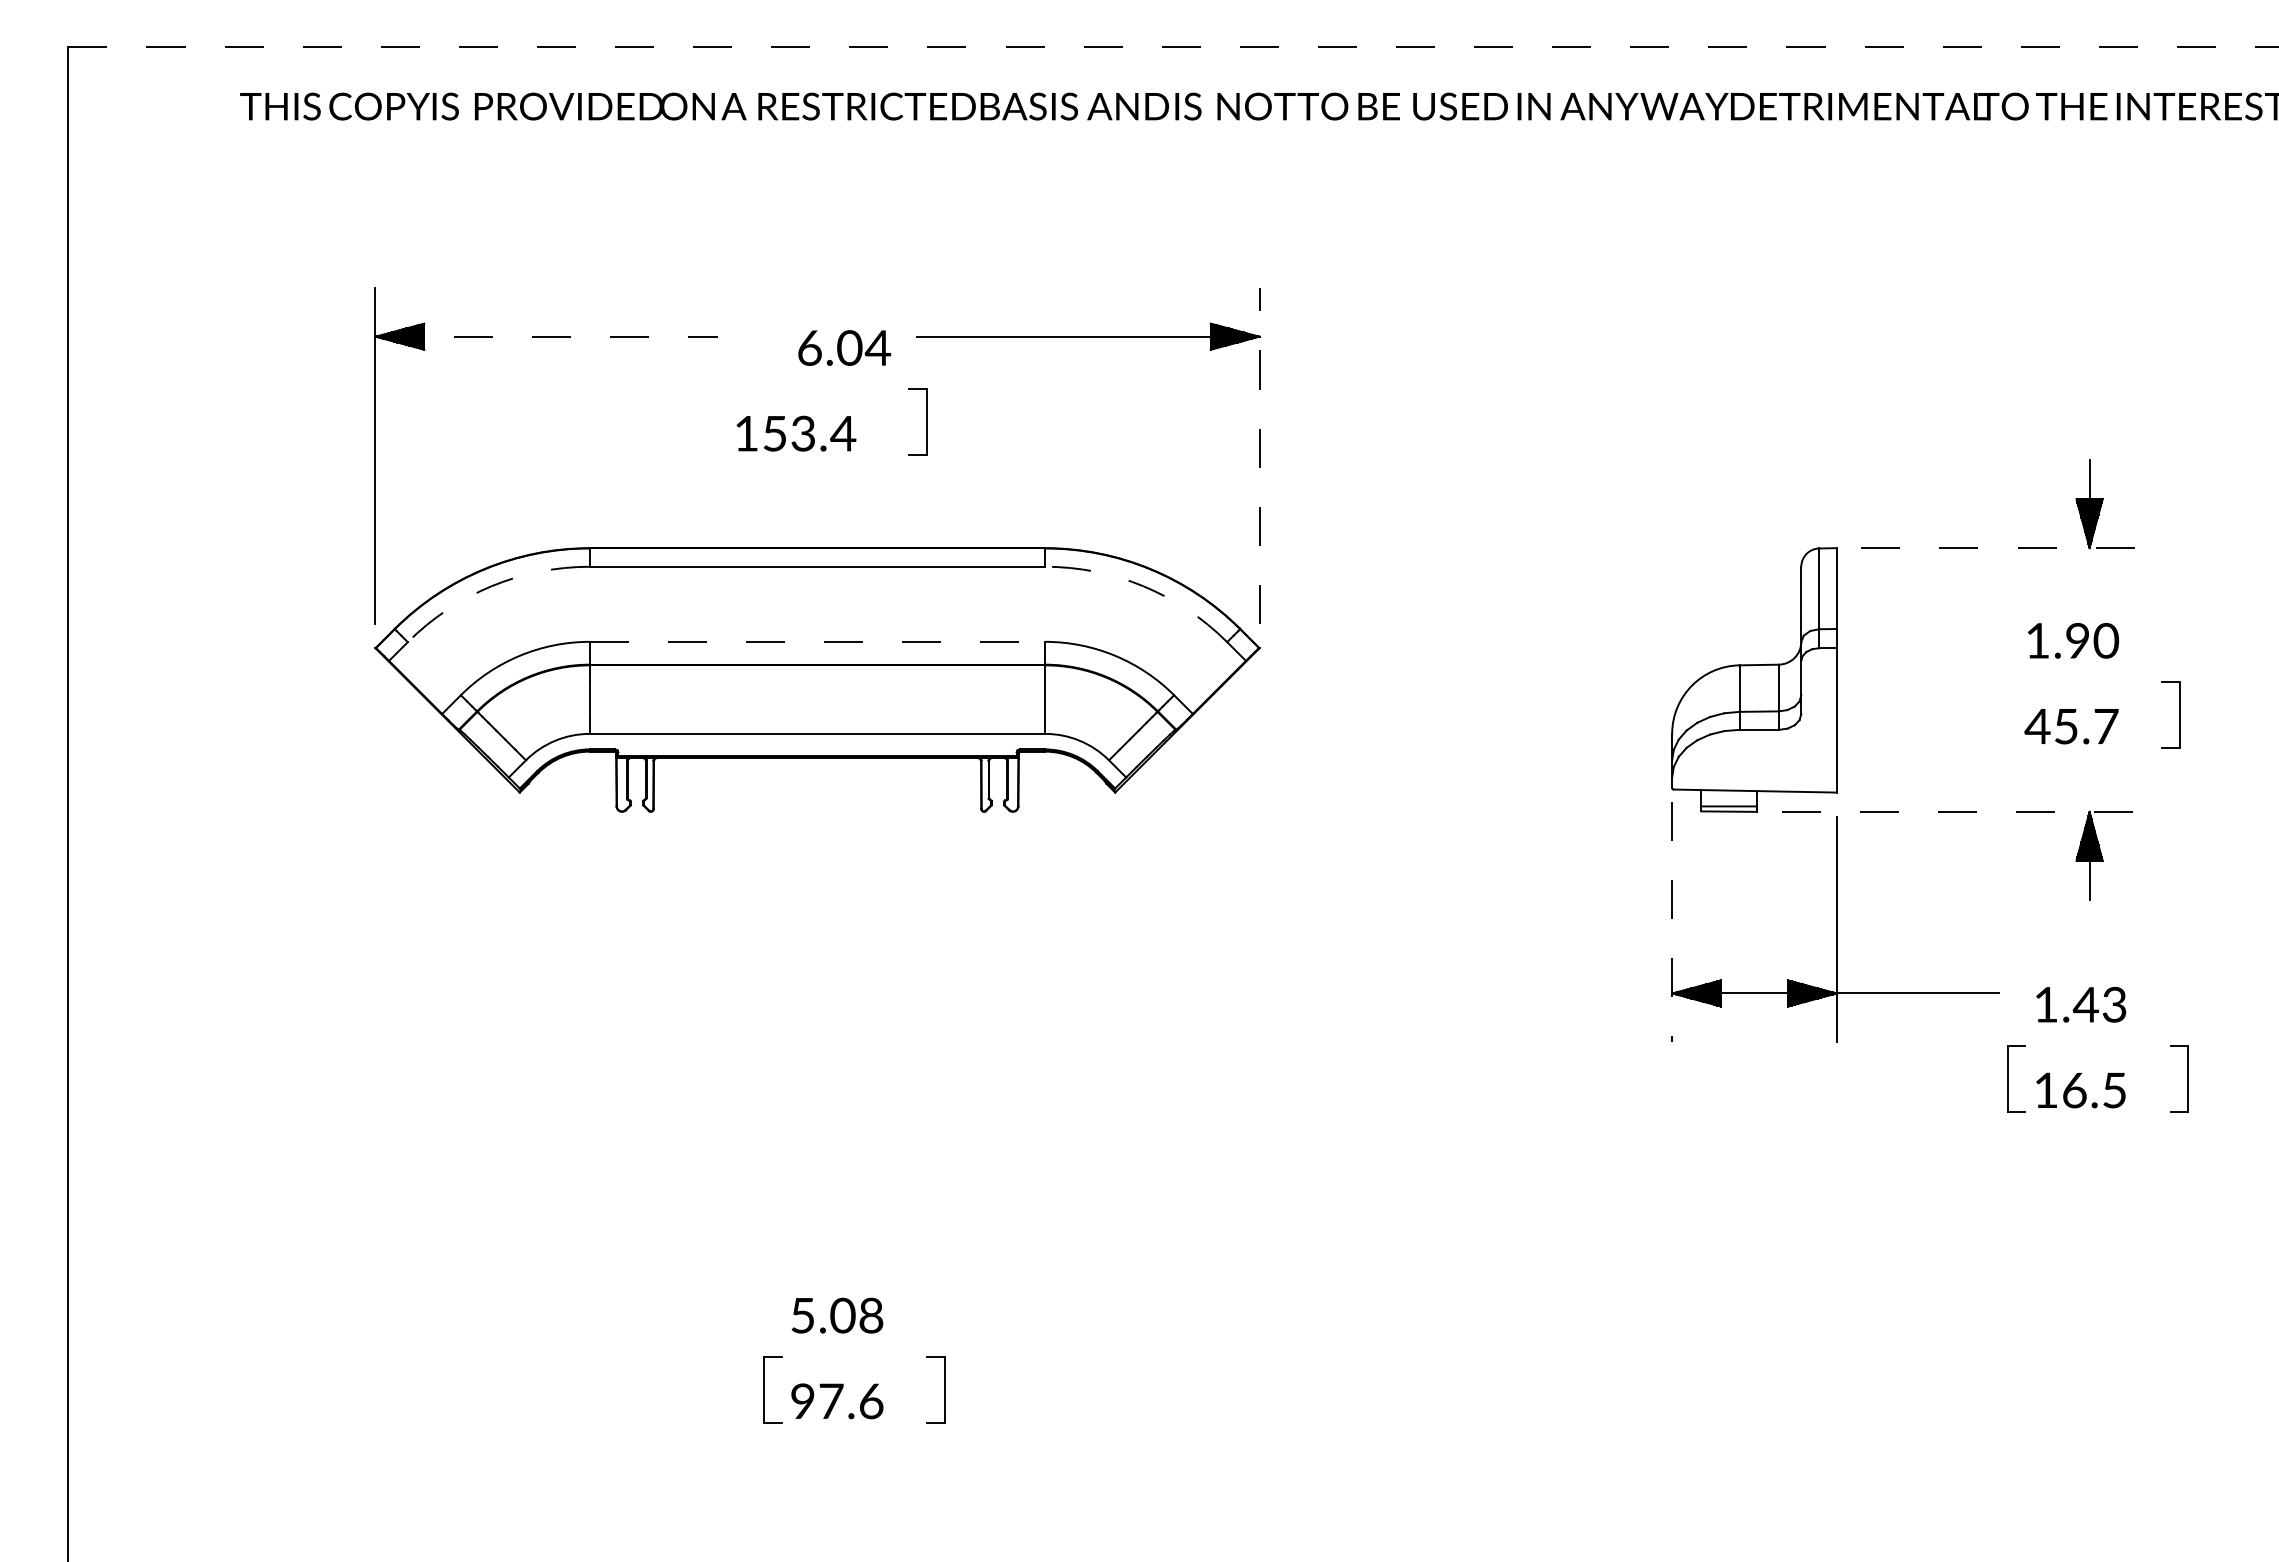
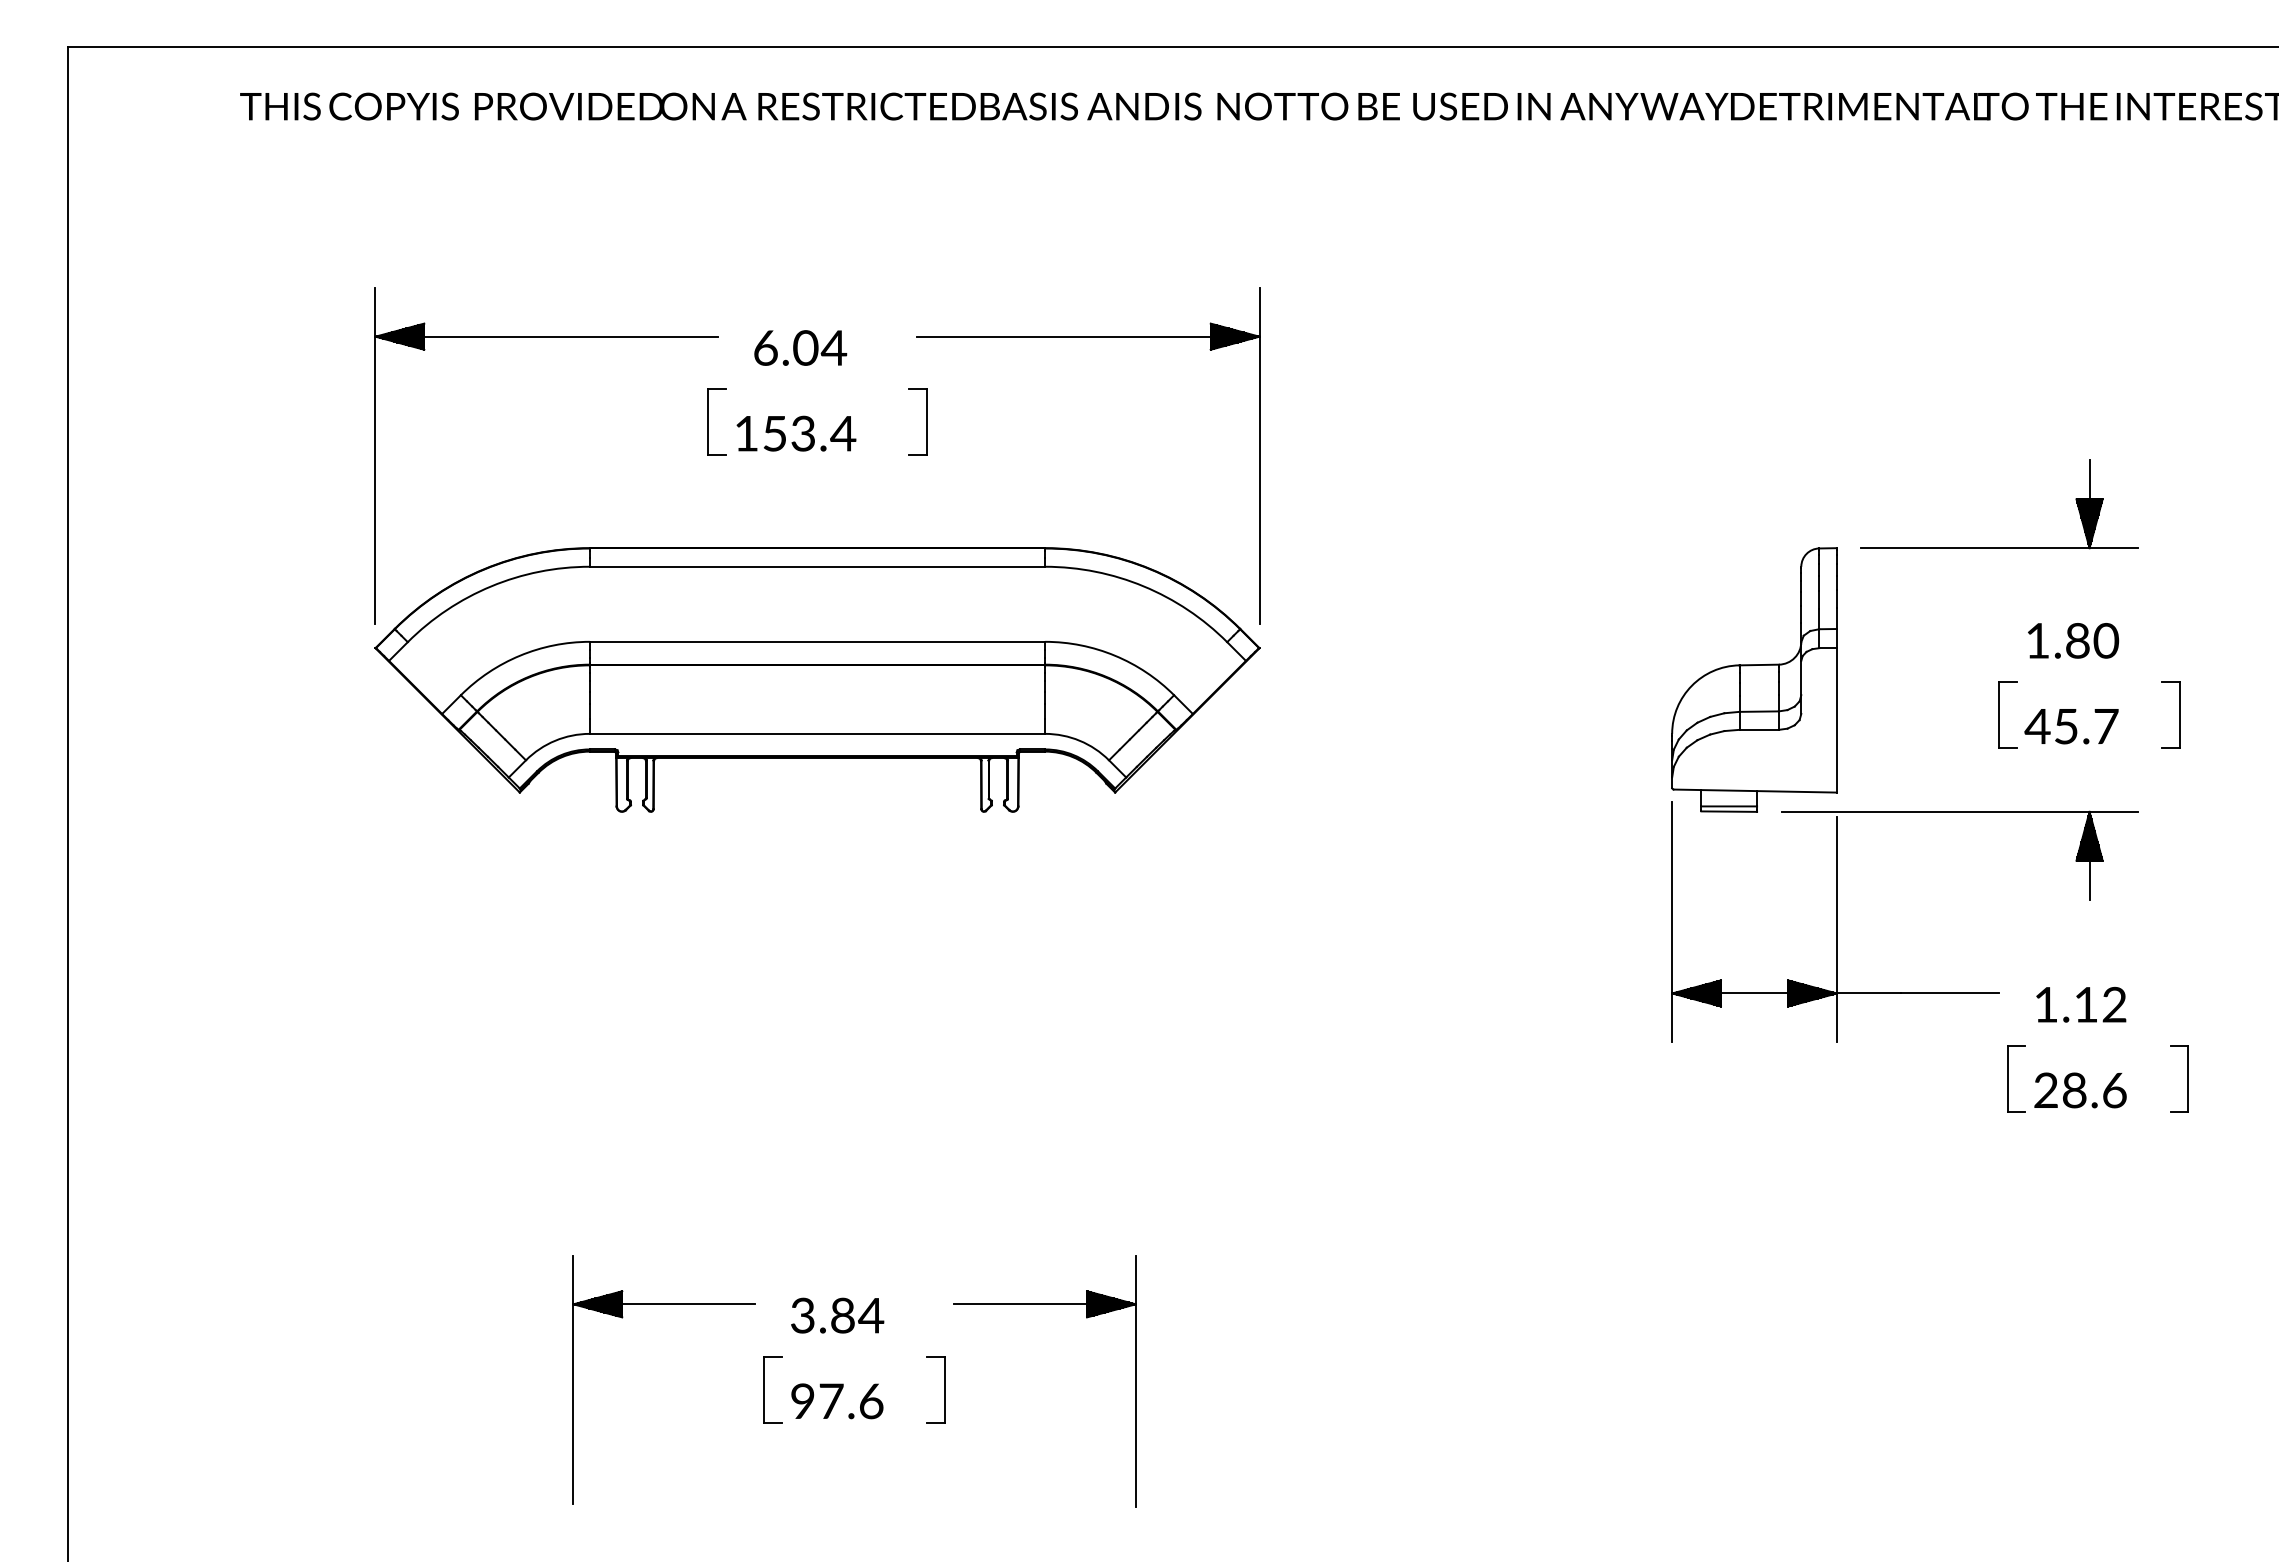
line at (1173, 47): dashed -> solid
line at (547, 336): dashed -> solid
text at (844, 347) position: (844, 347) -> (800, 347)
part at (708, 421): none -> present
line at (1259, 455): dashed -> solid
line at (1999, 548): dashed -> solid
arc at (491, 586): dashed -> solid
arc at (1143, 586): dashed -> solid
line at (817, 641): dashed -> solid
text at (2077, 641): 1.90 -> 1.80
part at (1999, 714): none -> present
line at (1960, 811): dashed -> solid
line at (1672, 922): dashed -> solid
text at (2099, 1004): 1.43 -> 1.12
text at (2080, 1090): 16.5 -> 28.6
text at (837, 1315): 5.08 -> 3.84
part at (622, 1318): none -> present
part at (1086, 1318): none -> present
